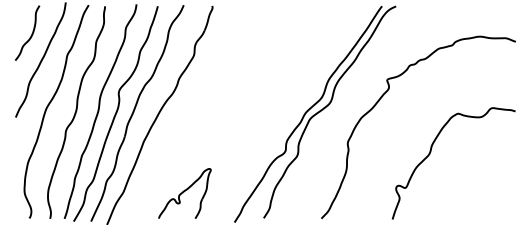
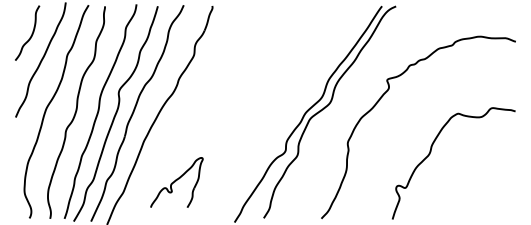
part at (184, 193) position: (184, 193) -> (176, 182)
